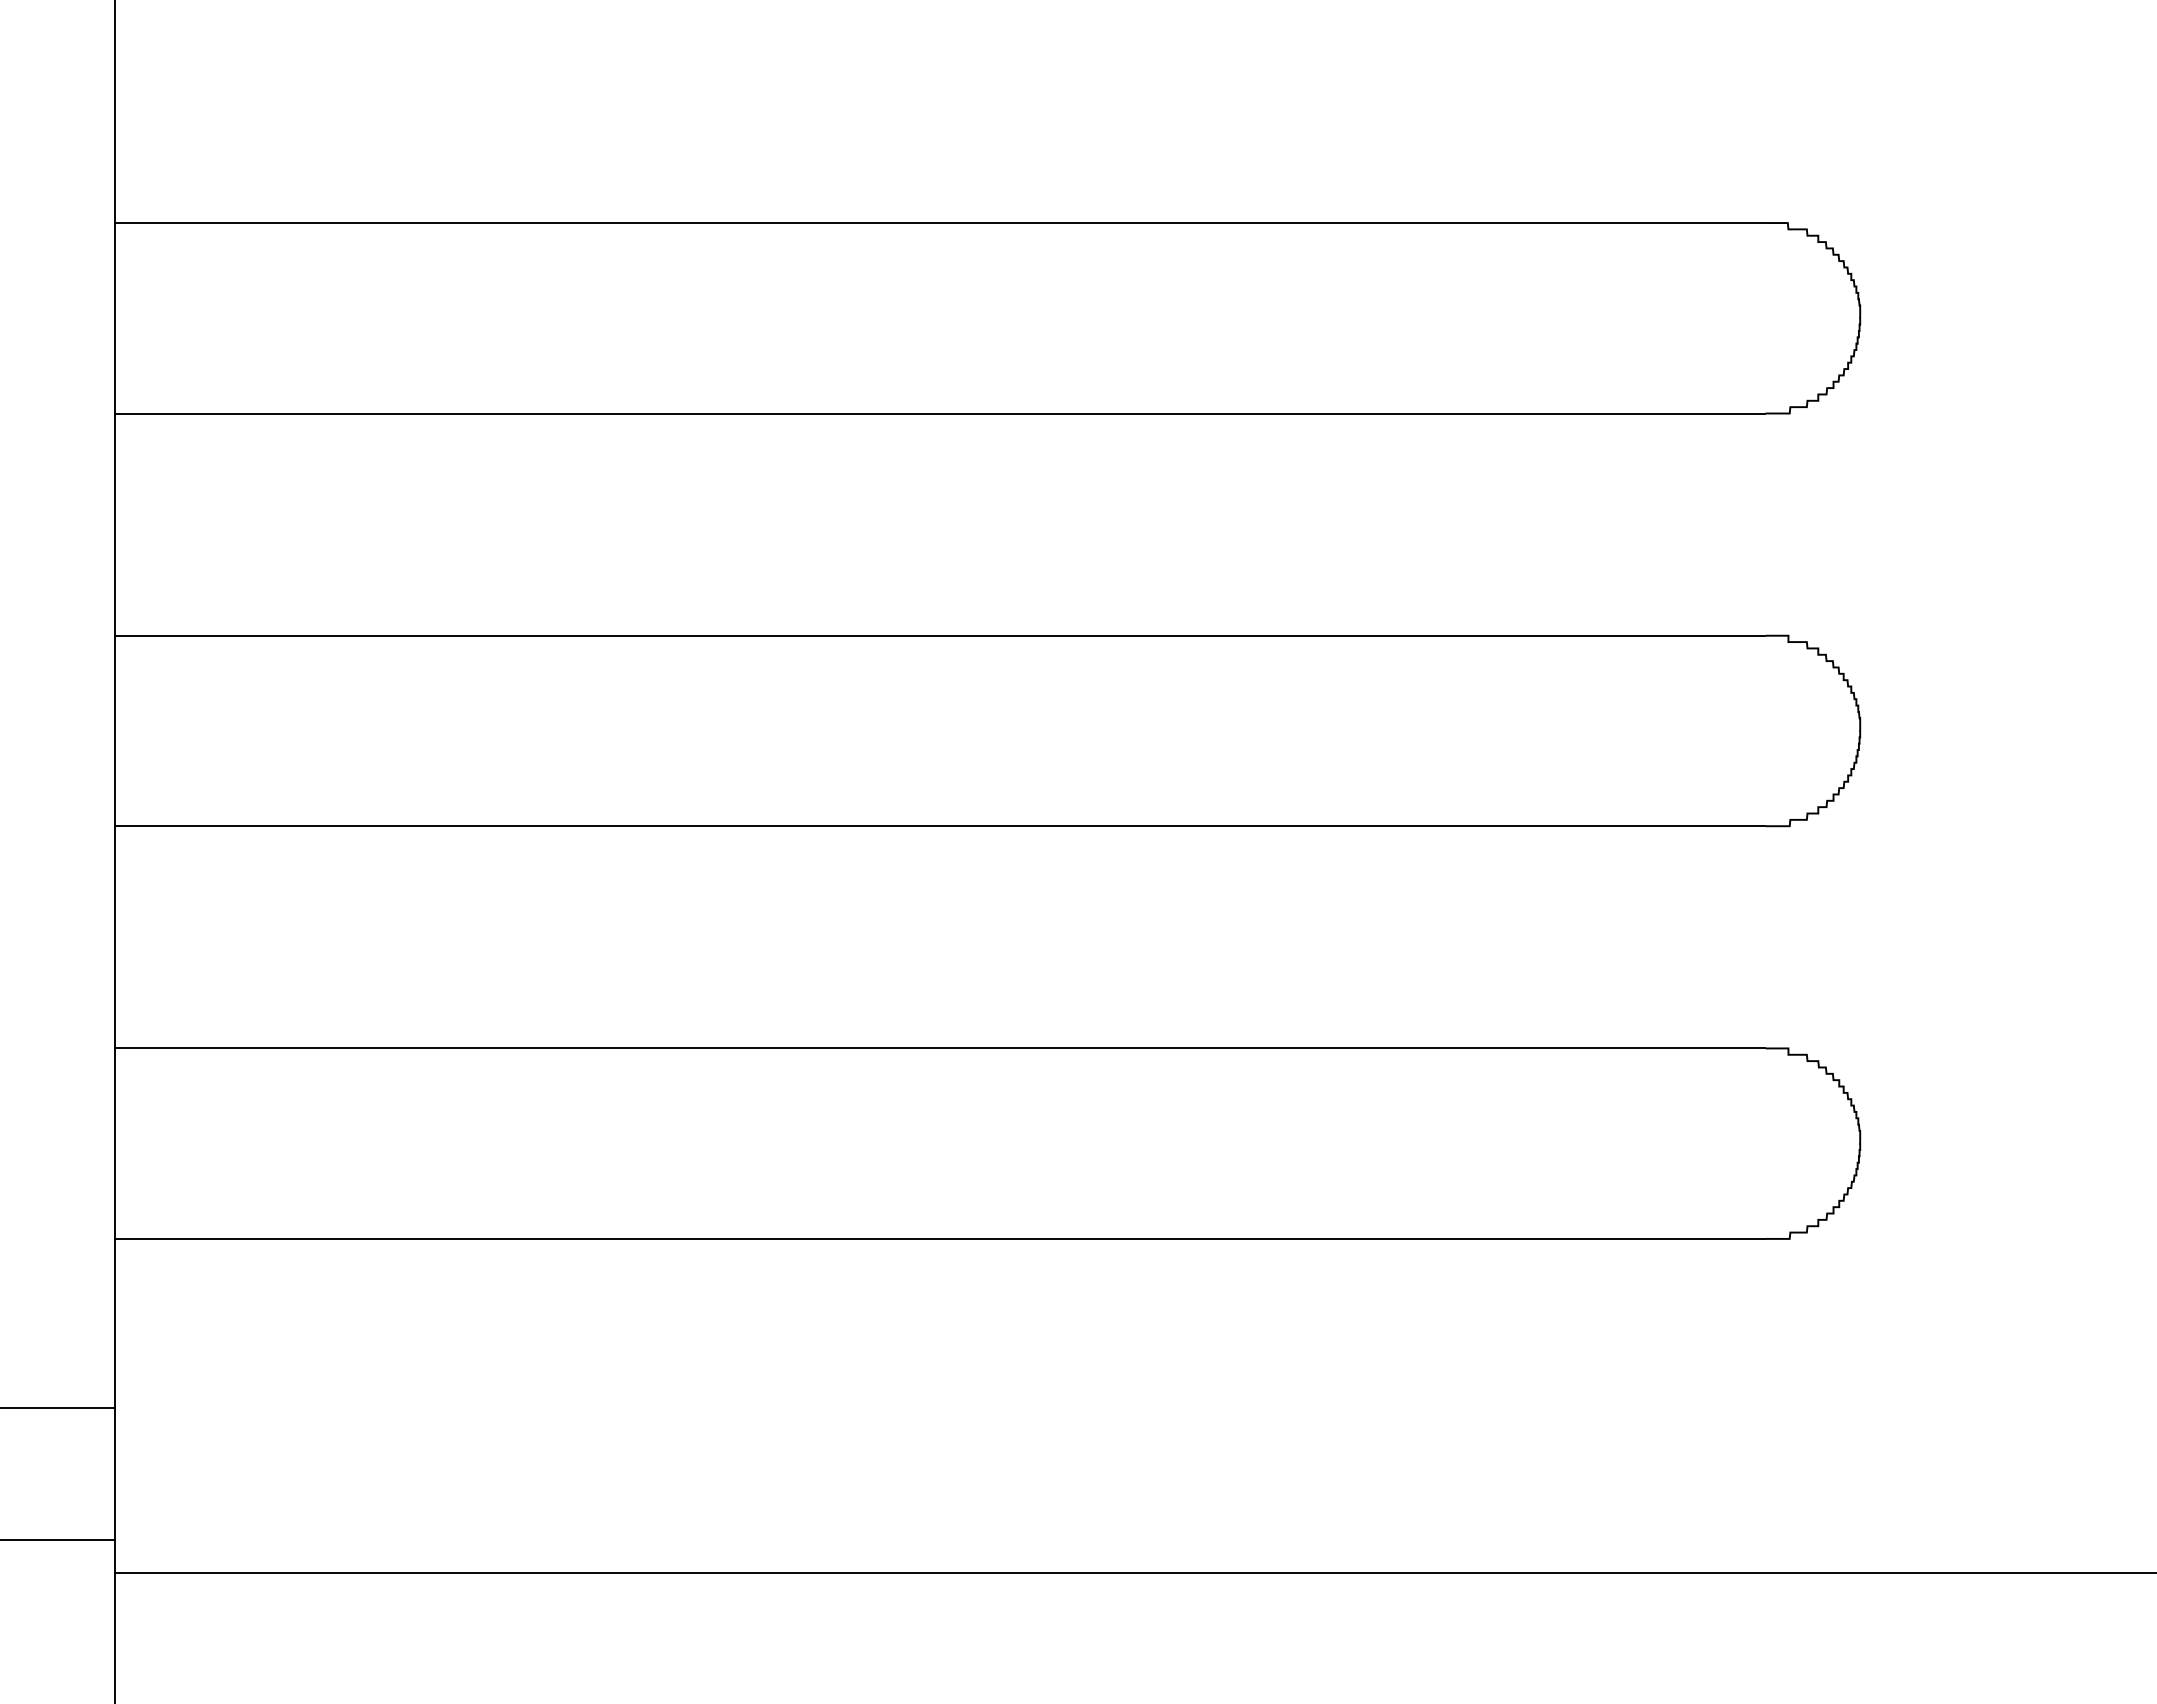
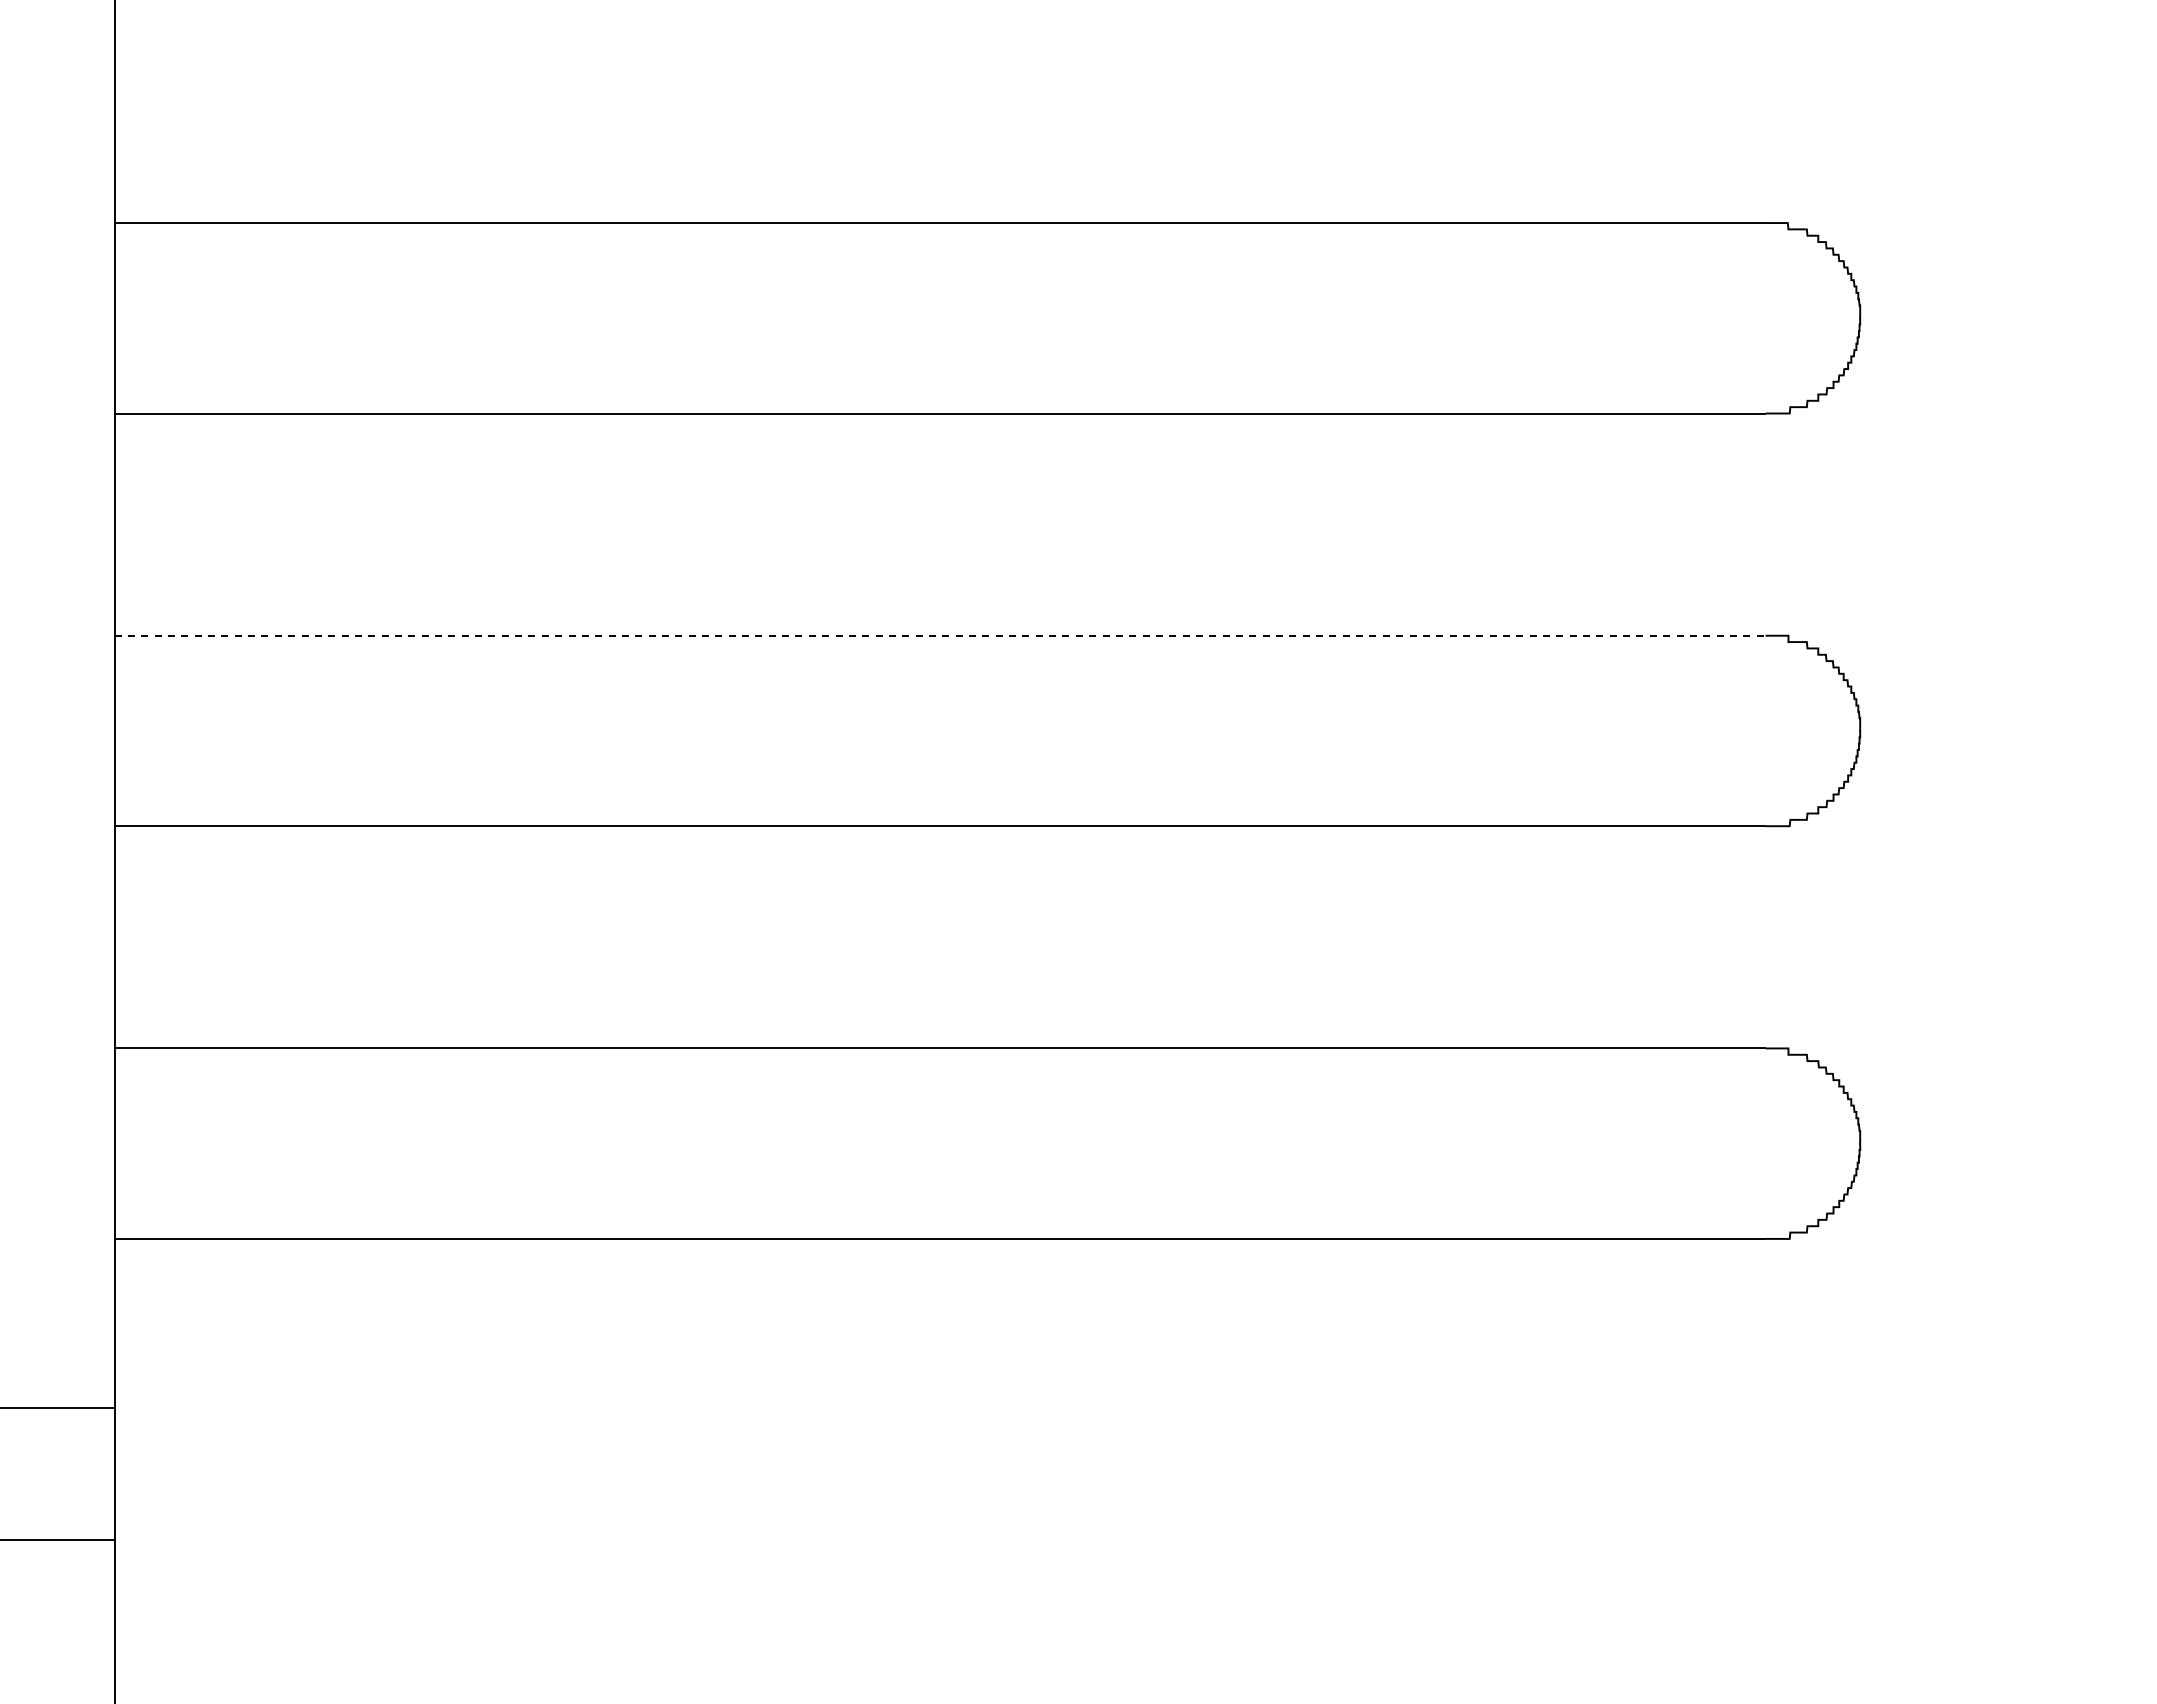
line at (940, 635): solid -> dashed
line at (1133, 1572): present -> none
